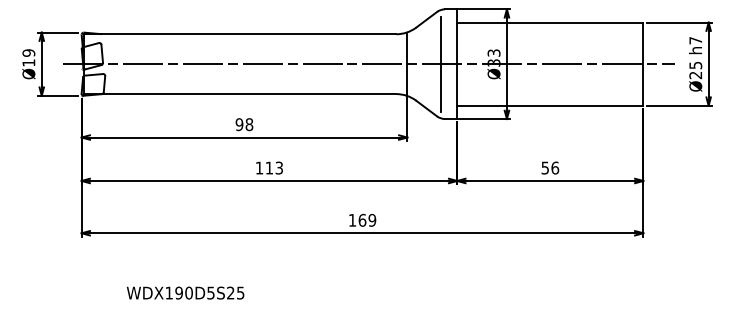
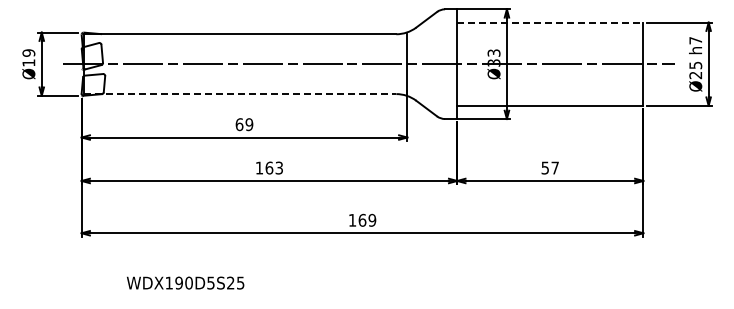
line at (550, 22): solid -> dashed
line at (440, 64): present -> none
line at (240, 94): solid -> dashed
text at (244, 124): 98 -> 69
text at (269, 167): 113 -> 163
text at (555, 167): 56 -> 57
text at (185, 292) position: (185, 292) -> (185, 282)
